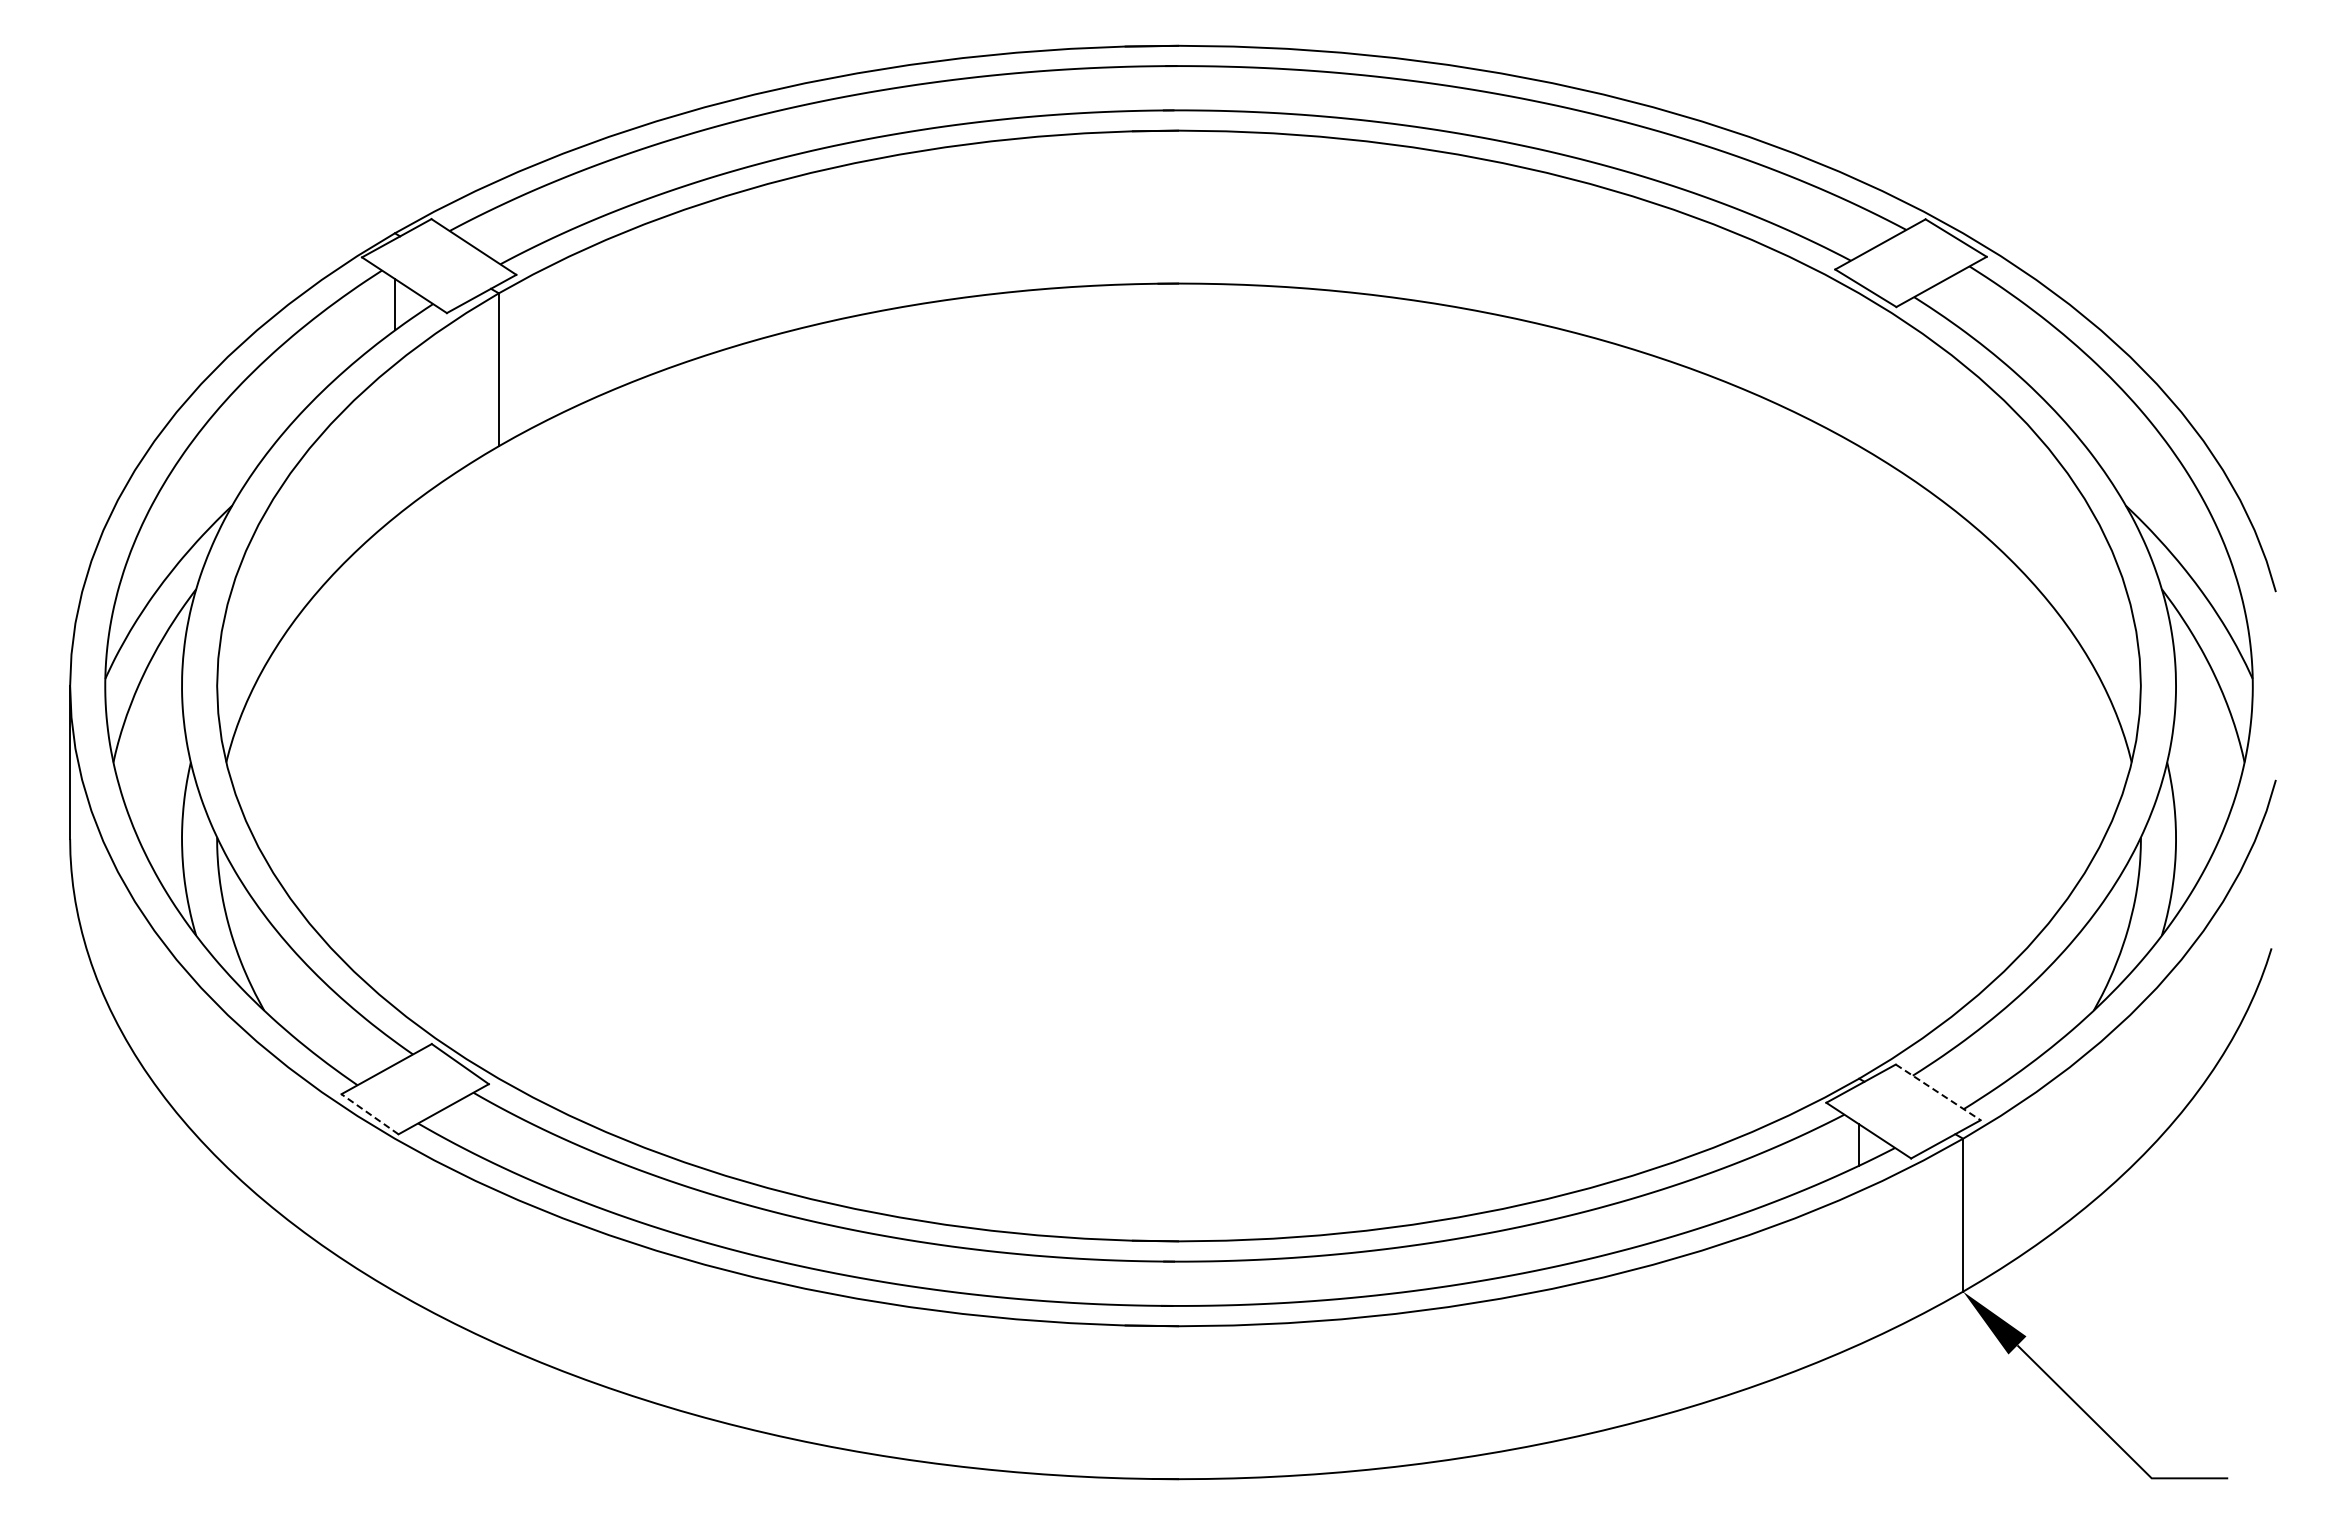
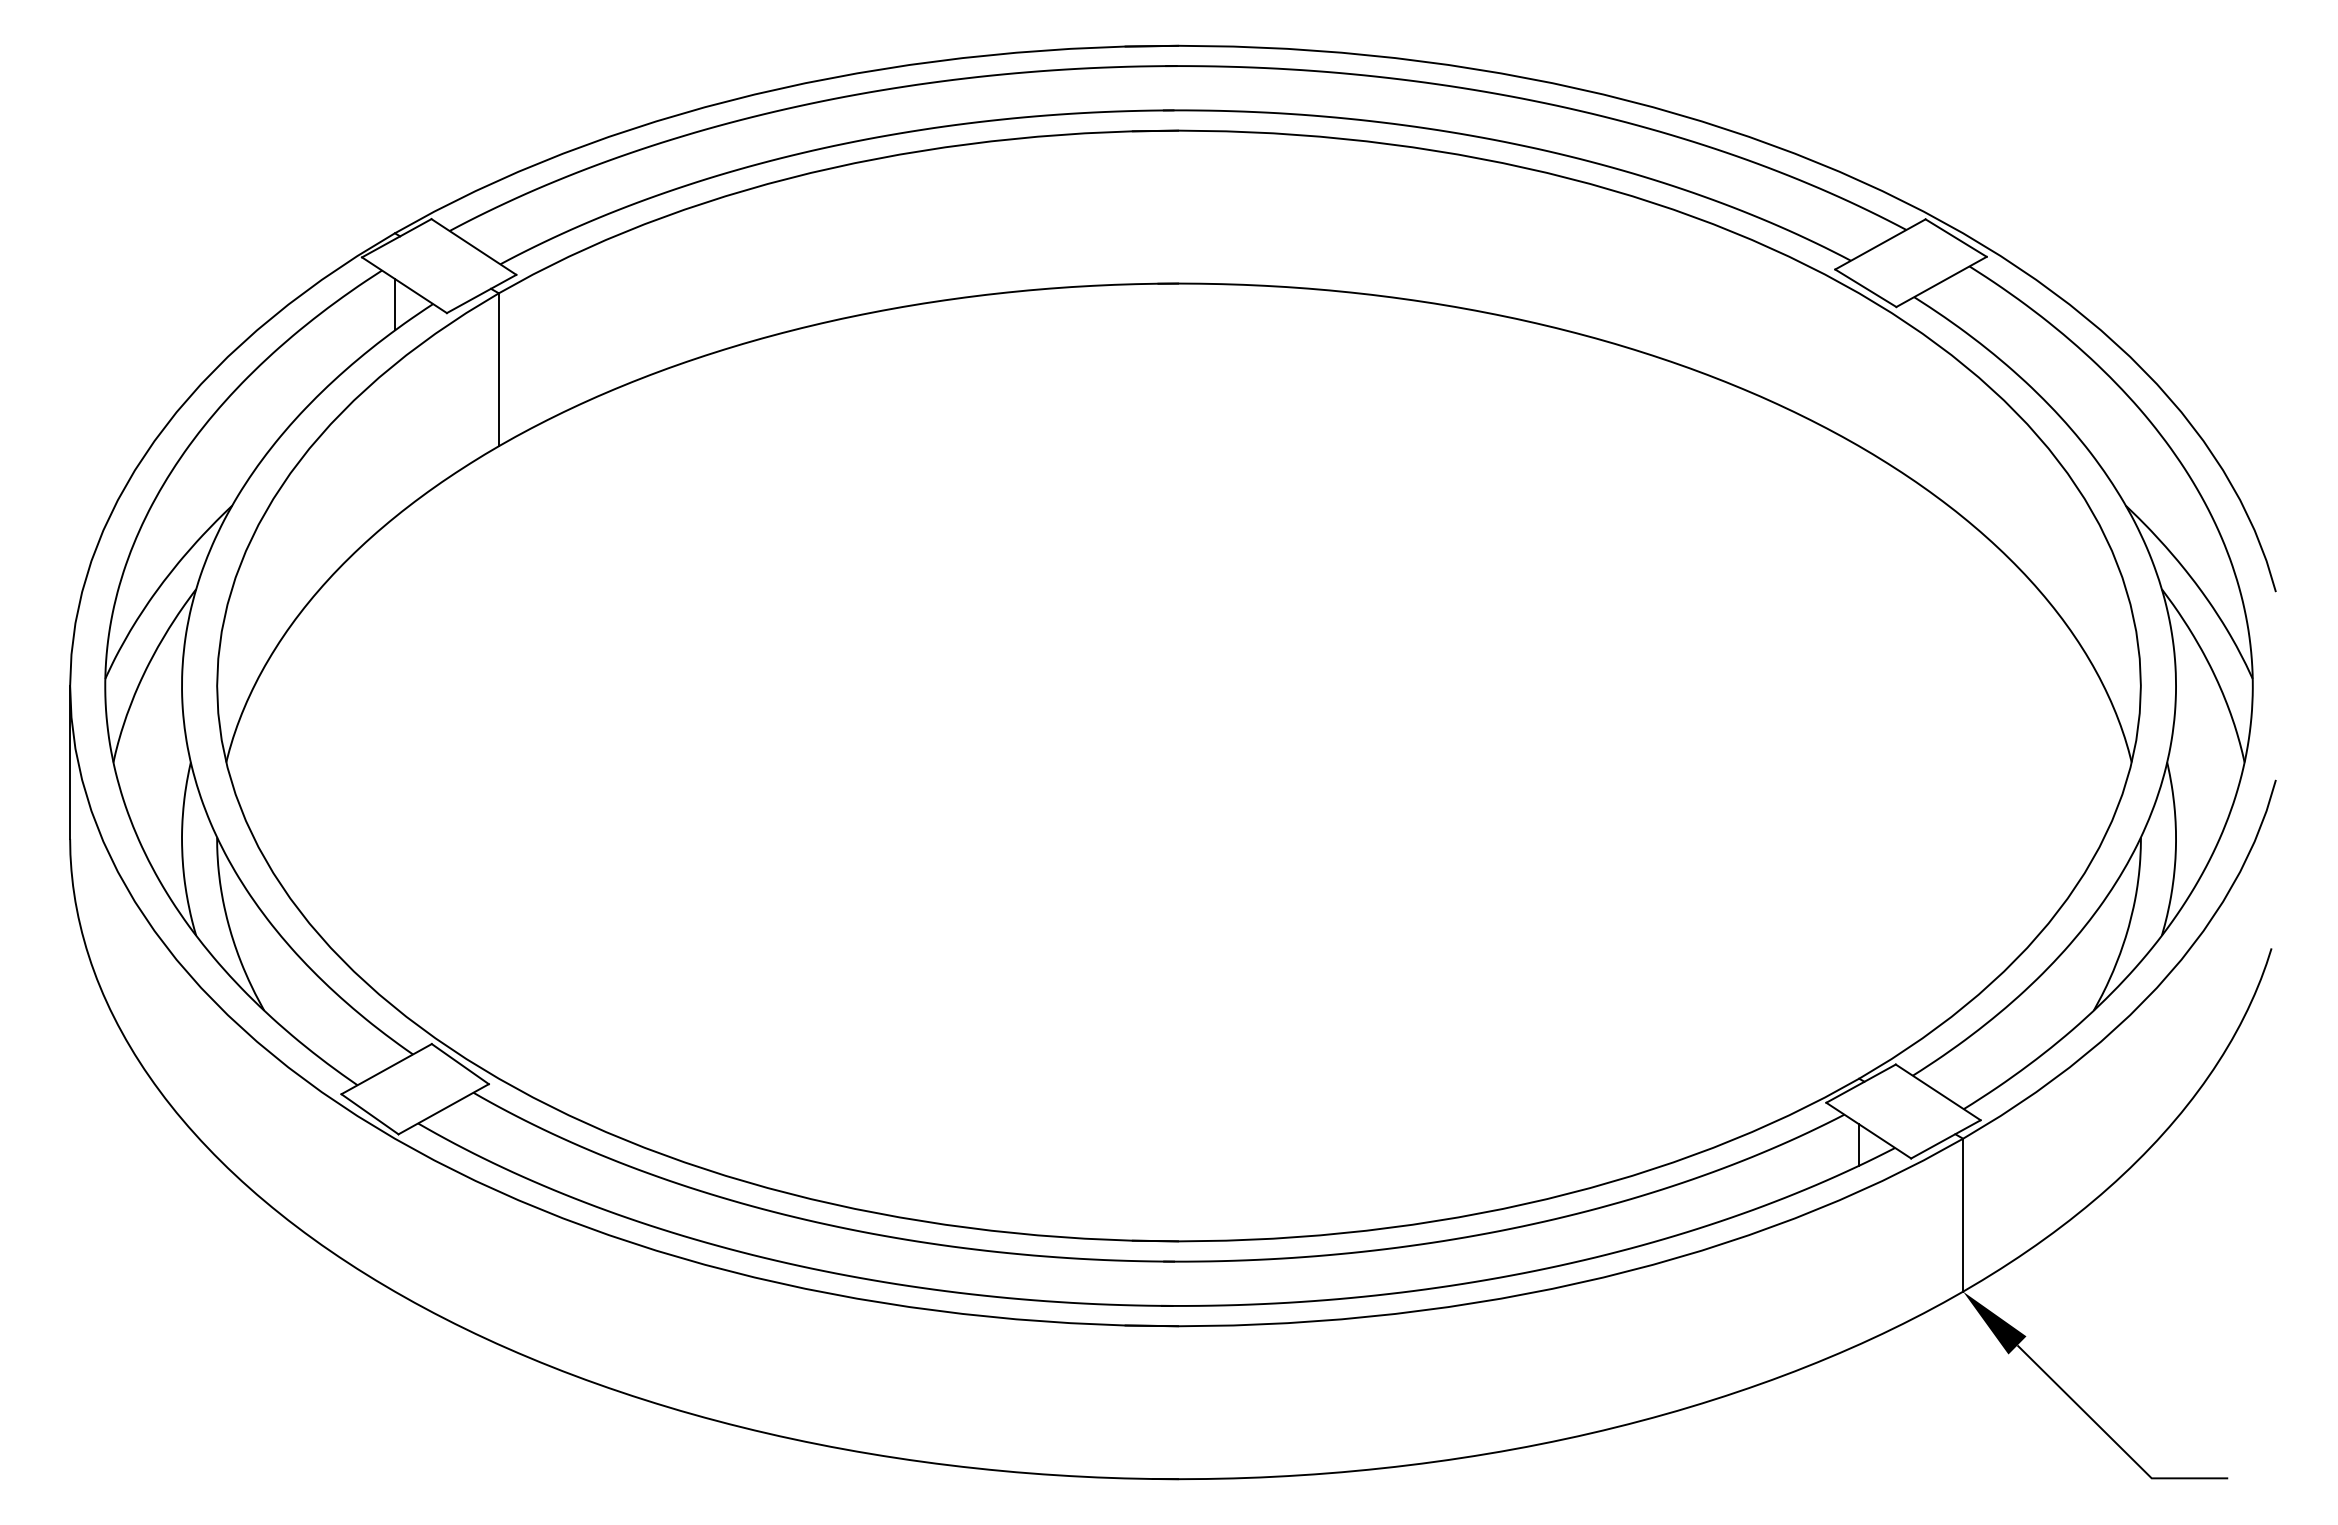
line at (1938, 1092): dashed -> solid
line at (370, 1114): dashed -> solid
